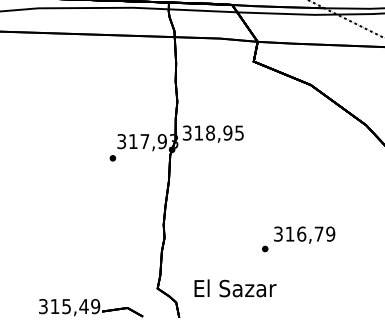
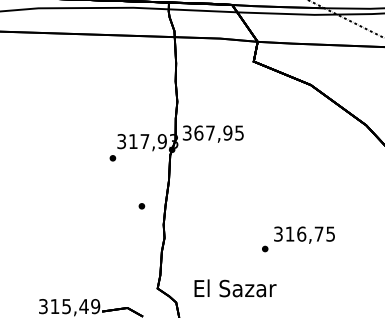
text at (204, 132): 318,95 -> 367,95
part at (141, 206): none -> present
text at (330, 233): 316,79 -> 316,75
